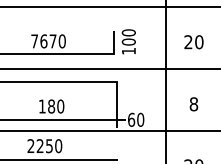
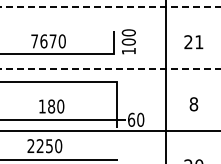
line at (110, 6): solid -> dashed
text at (199, 42): 20 -> 21
line at (110, 68): solid -> dashed
